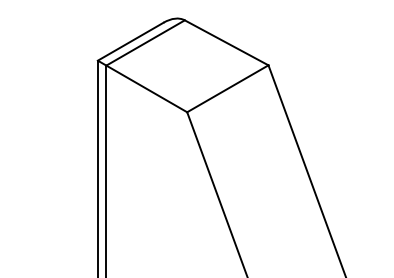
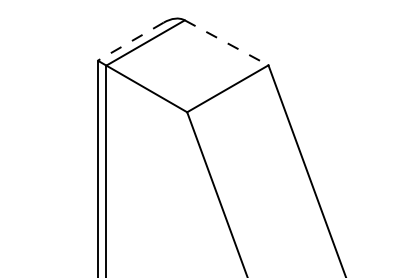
line at (130, 41): solid -> dashed
line at (227, 43): solid -> dashed
